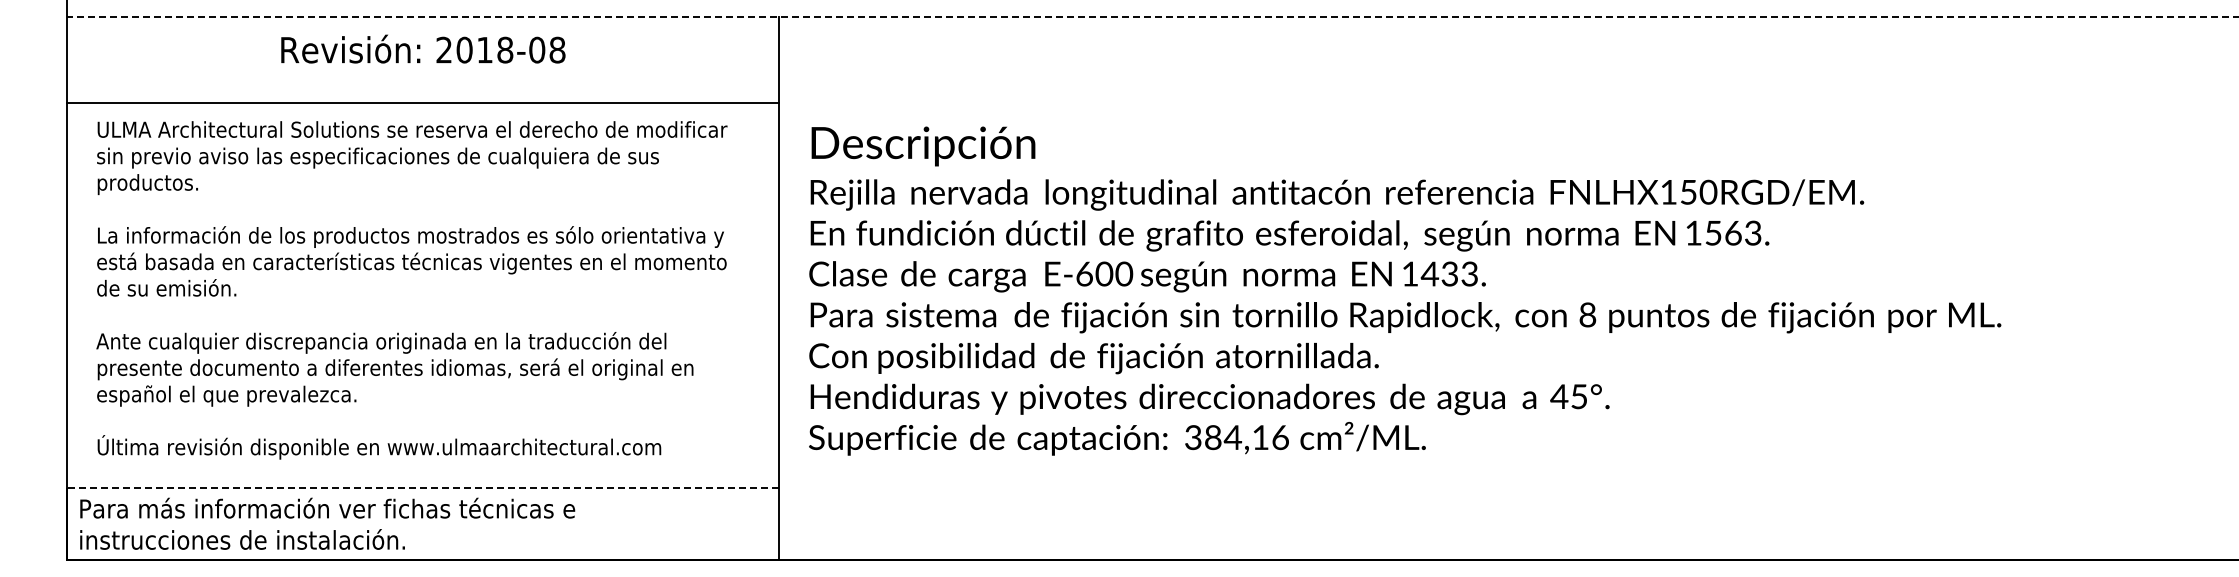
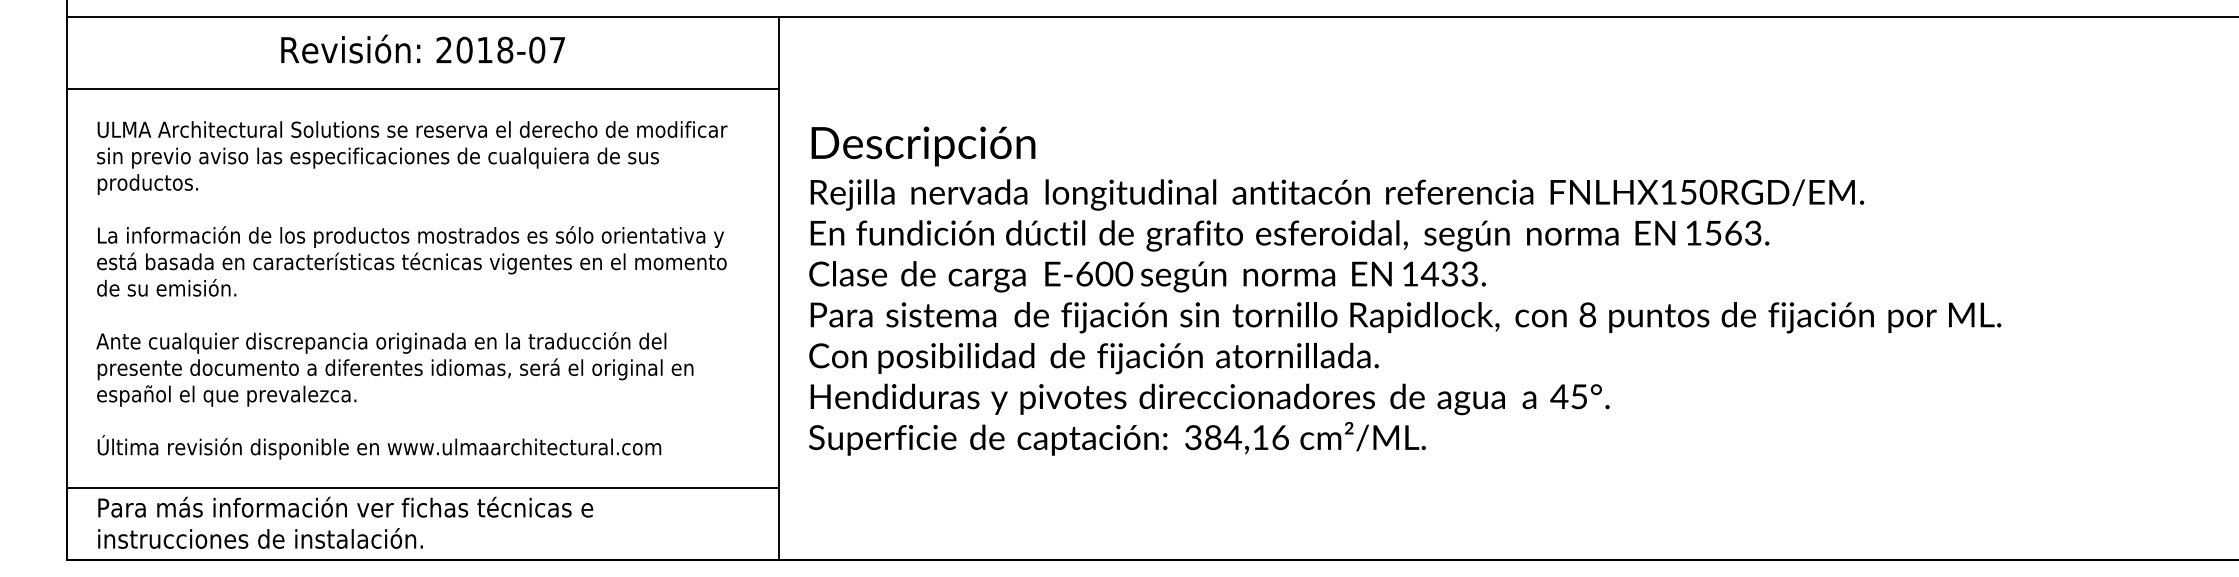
line at (1153, 17): dashed -> solid
text at (557, 49): 2018-08 -> 2018-07
line at (422, 103) position: (422, 103) -> (422, 89)
line at (422, 487): dashed -> solid
text at (327, 523) position: (327, 523) -> (345, 522)
